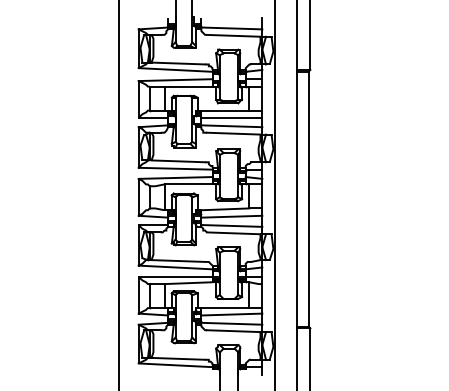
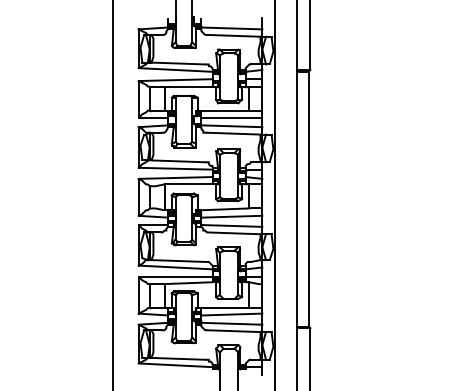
line at (118, 194) position: (118, 194) -> (112, 194)
